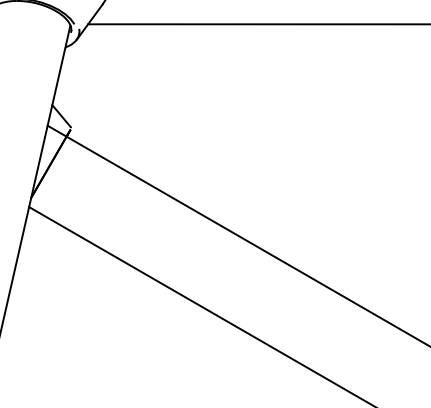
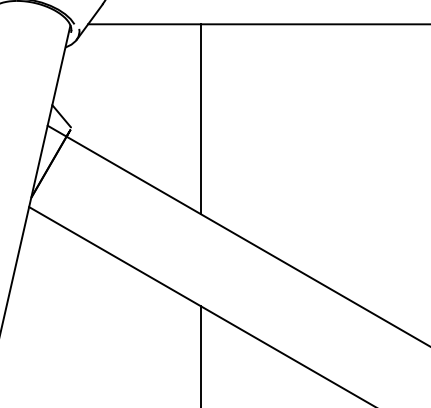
line at (200, 119): none -> present
line at (200, 355): none -> present
